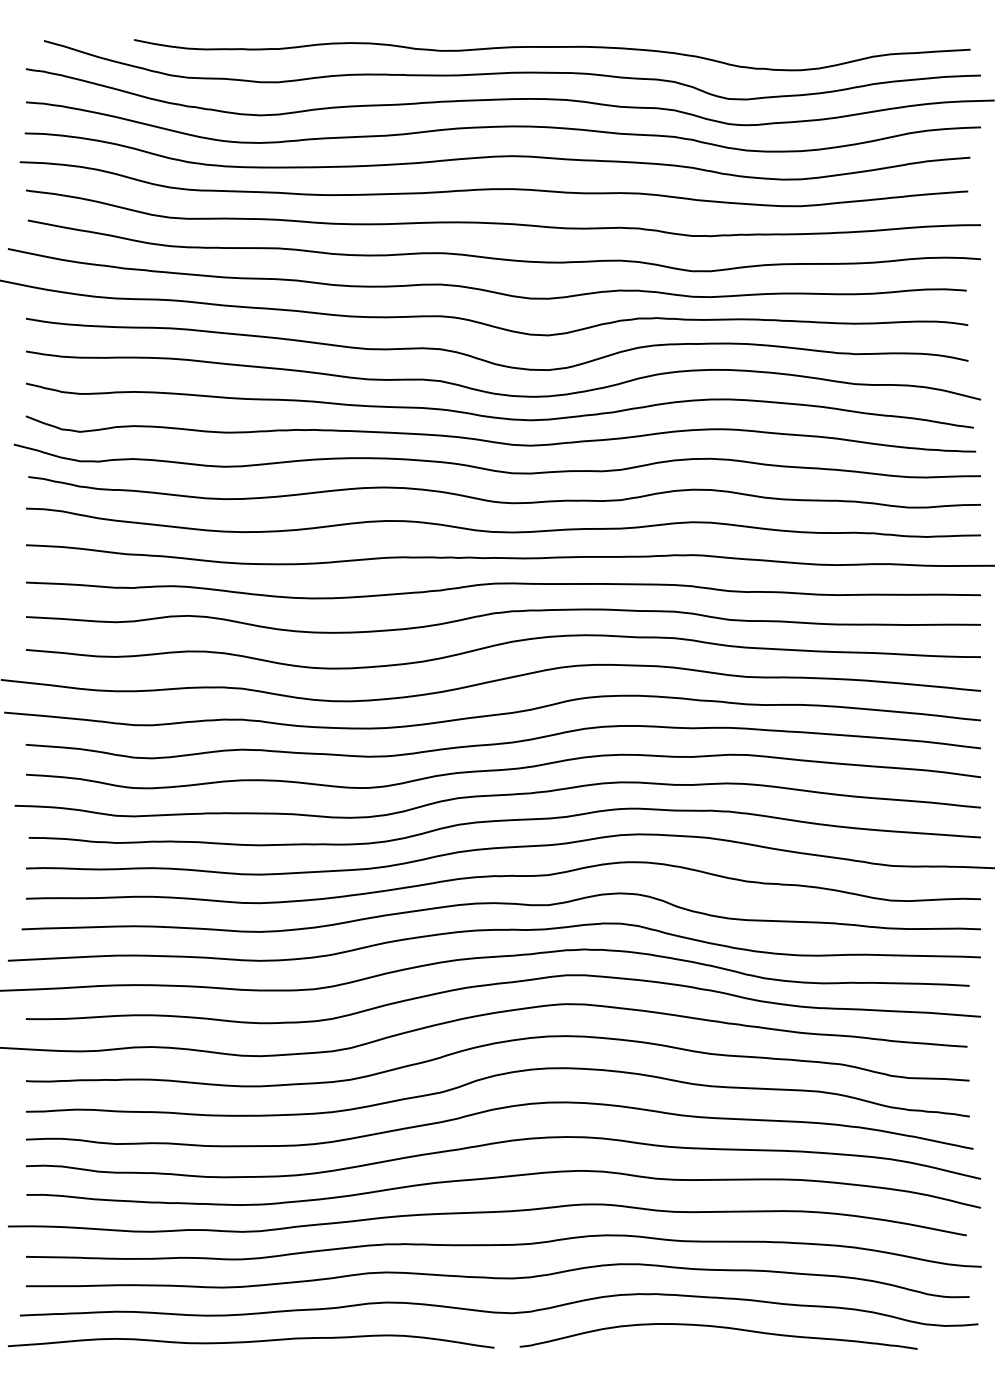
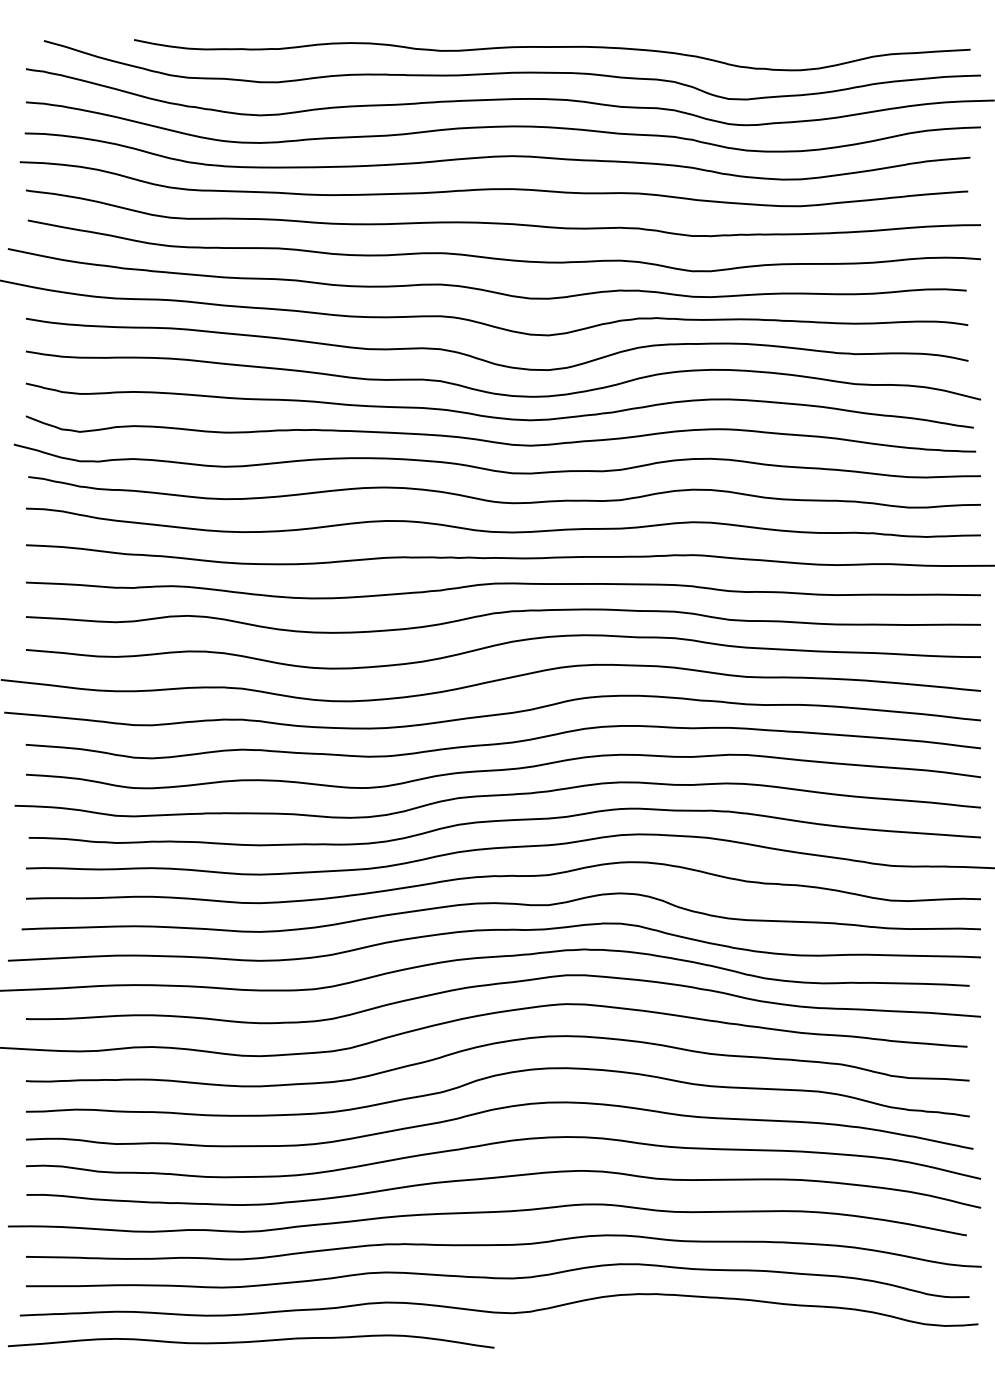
curve at (721, 1328): present -> none
